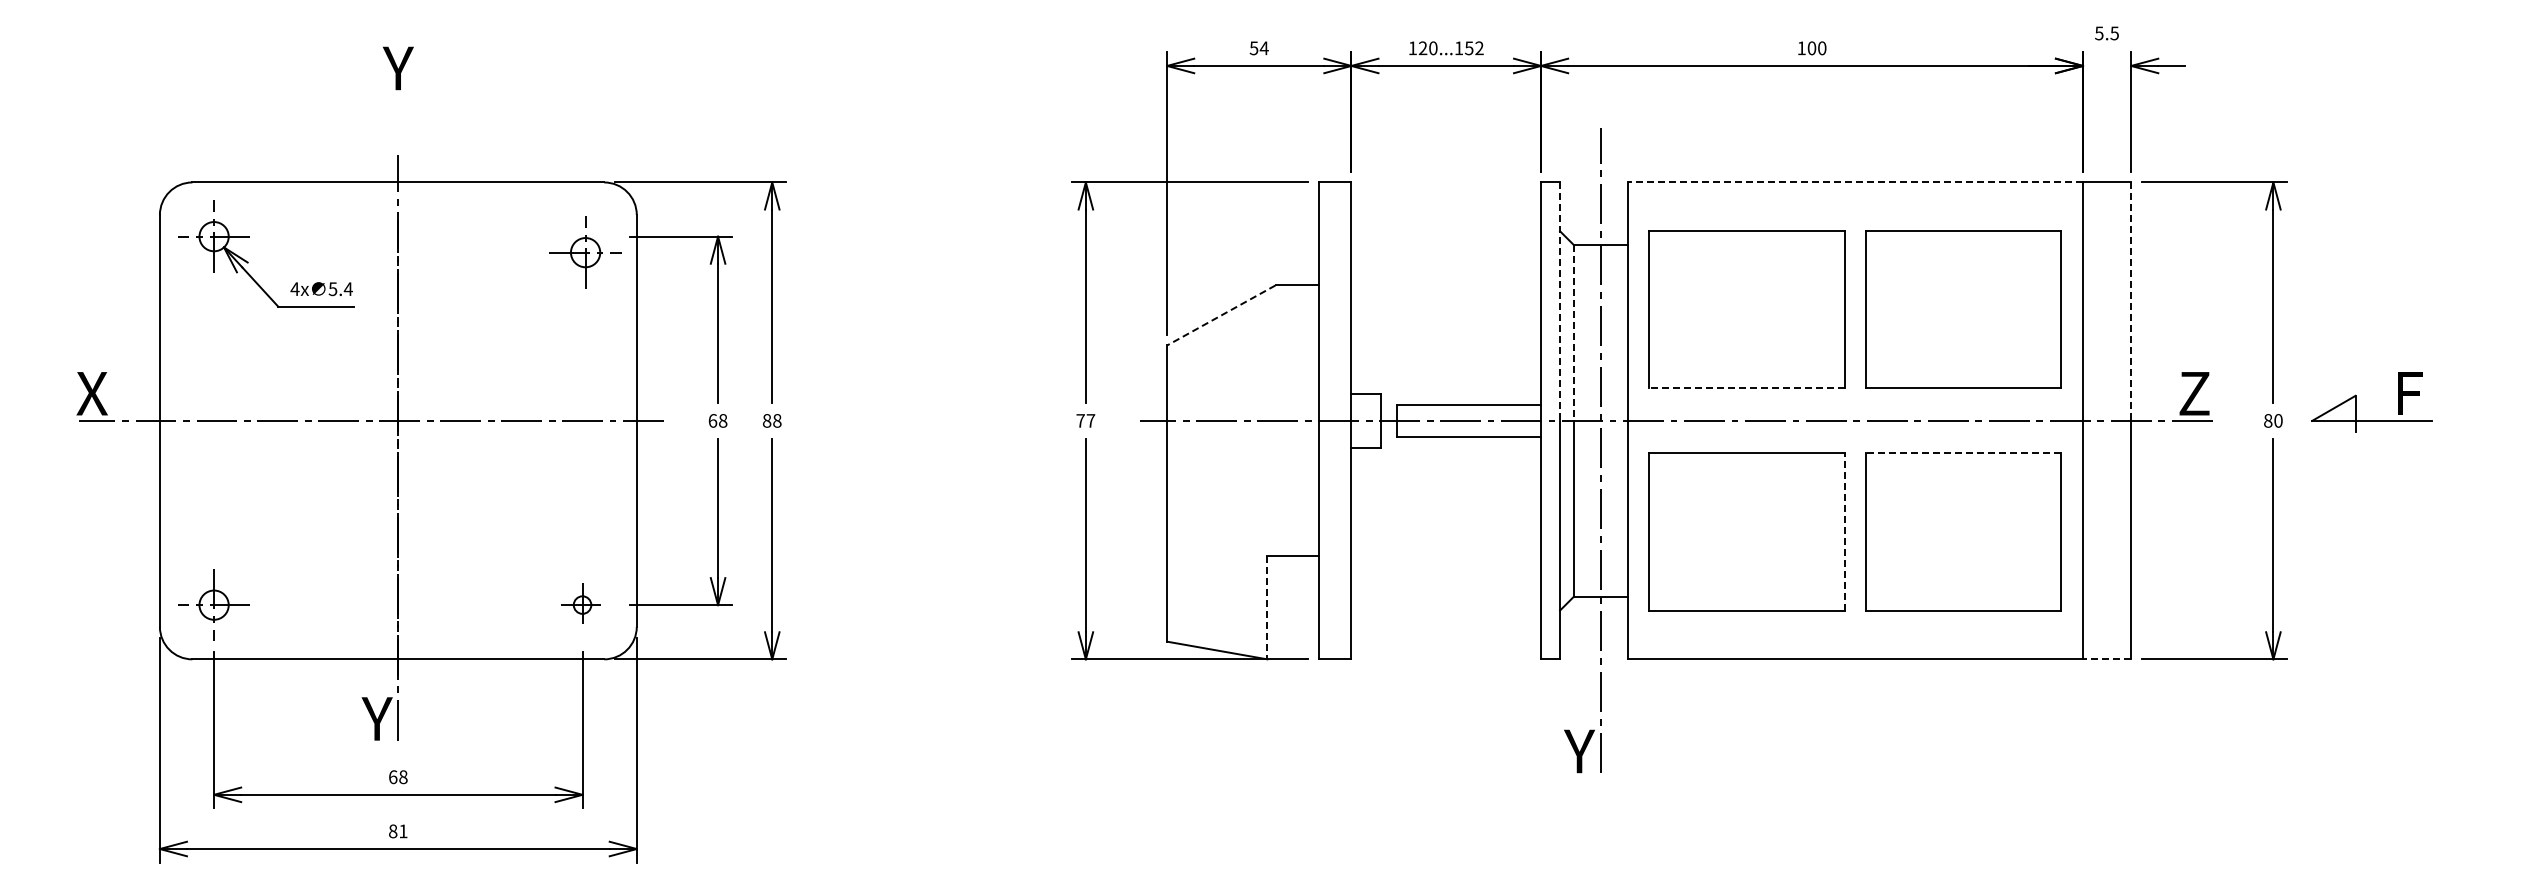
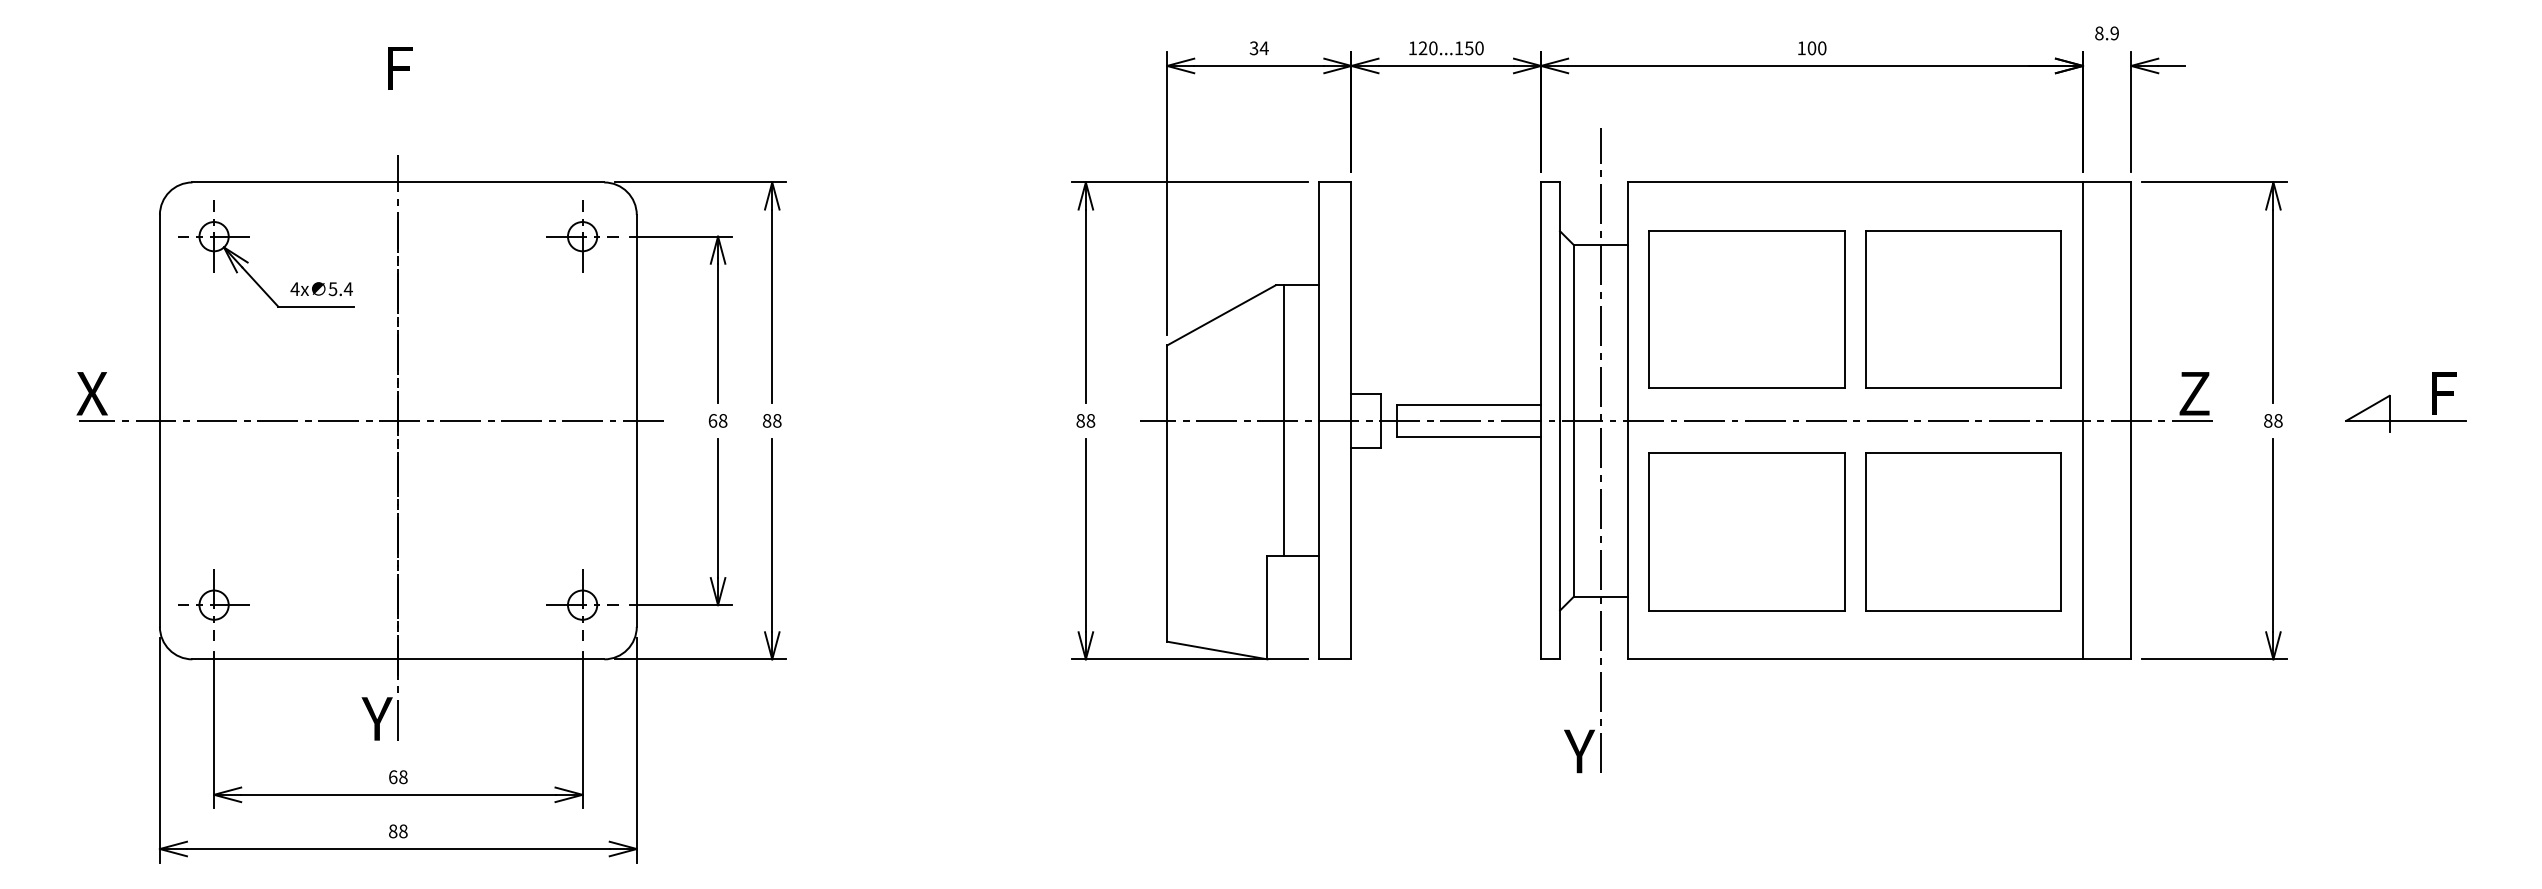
text at (2106, 33): 5.5 -> 8.9
text at (1254, 47): 54 -> 34
text at (1479, 48): 120...152 -> 120...150
text at (398, 68): Y -> F
line at (1855, 182): dashed -> solid
part at (585, 252) position: (585, 252) -> (582, 236)
line at (1560, 302): dashed -> solid
line at (2131, 302): dashed -> solid
line at (1221, 315): dashed -> solid
line at (1573, 333): dashed -> solid
line at (1747, 388): dashed -> solid
part at (2356, 402) position: (2356, 402) -> (2390, 402)
text at (1085, 420): 77 -> 88
line at (1283, 420): none -> present
text at (2278, 420): 80 -> 88
line at (1963, 453): dashed -> solid
line at (1844, 532): dashed -> solid
part at (580, 603) size: 40x41 px -> 73x72 px
line at (1267, 608): dashed -> solid
line at (2106, 659): dashed -> solid
text at (403, 831): 81 -> 88
